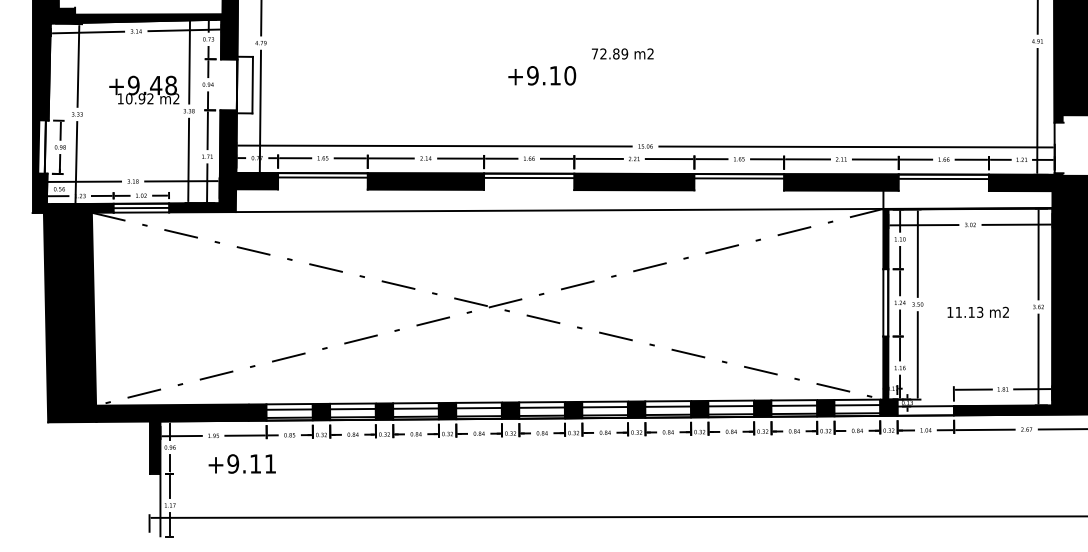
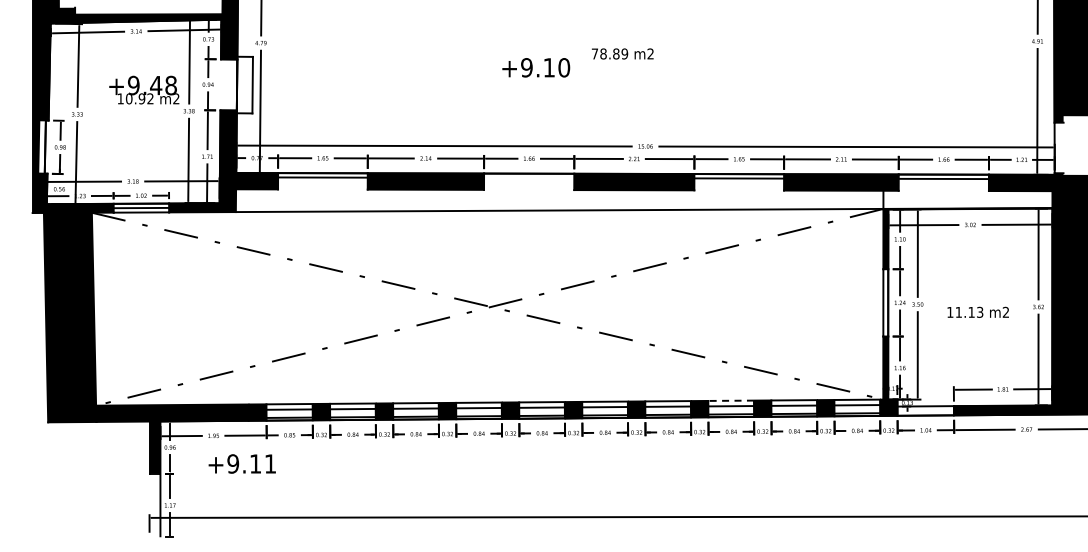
text at (603, 53): 72.89 -> 78.89
text at (542, 75) position: (542, 75) -> (536, 67)
line at (529, 177): present -> none
line at (731, 400): solid -> dashed
